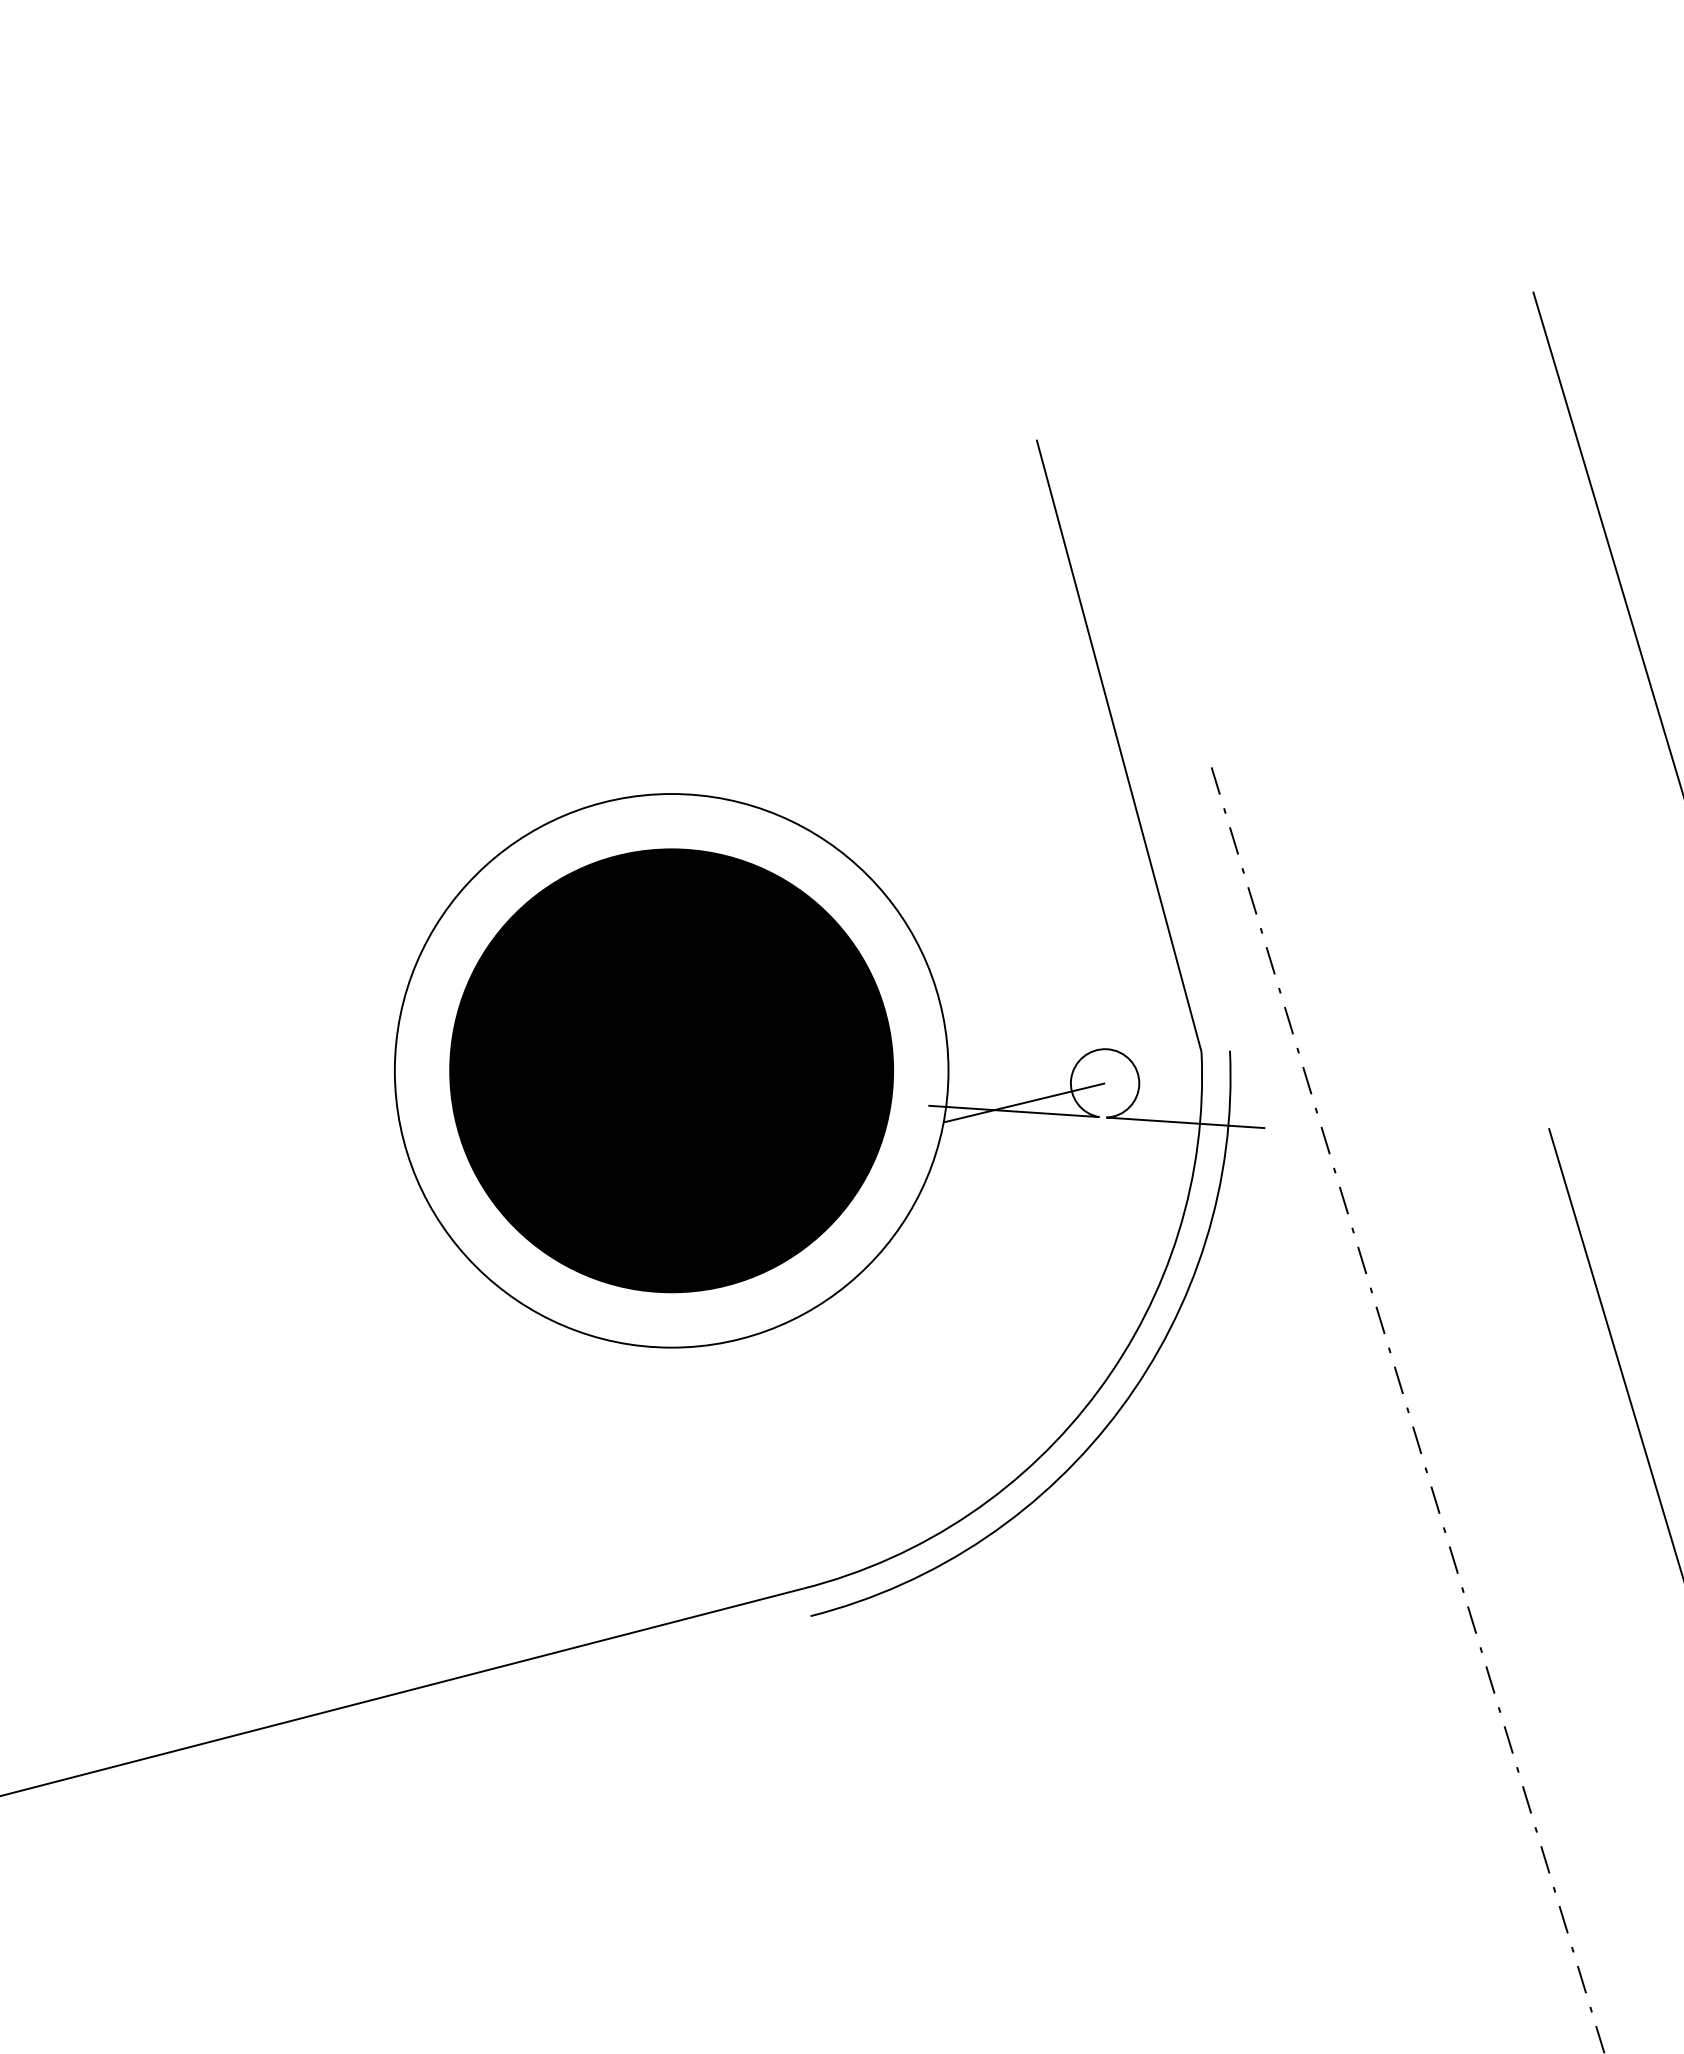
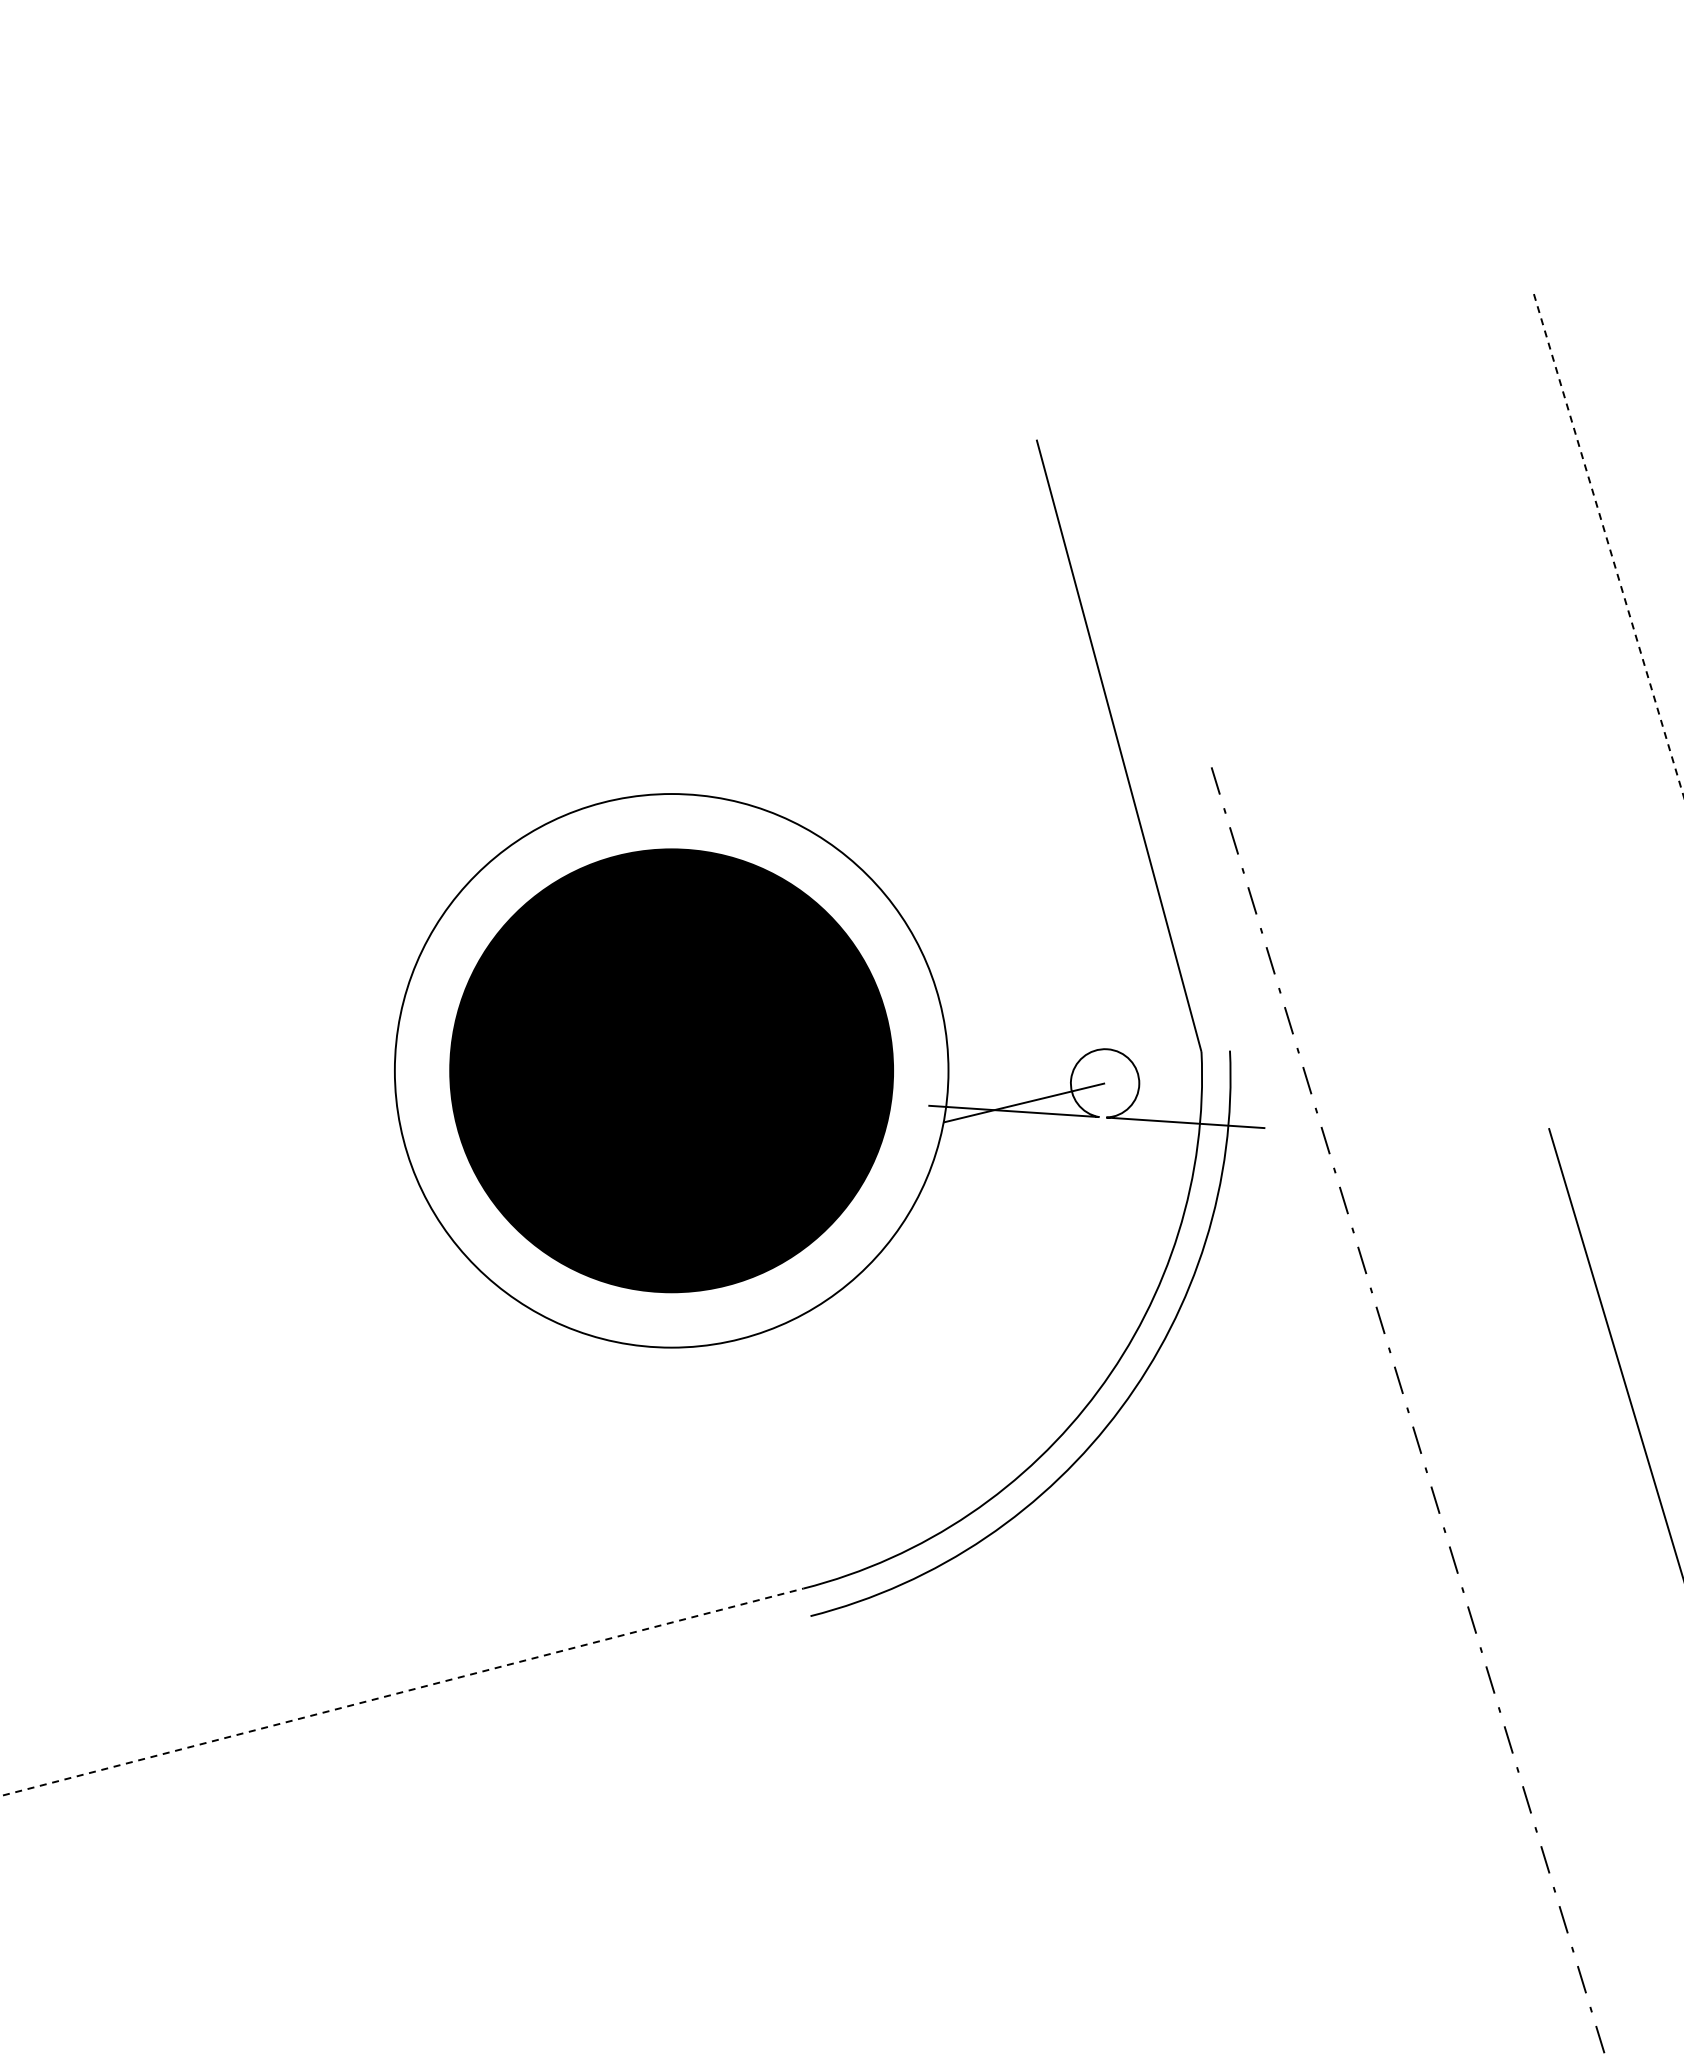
line at (1608, 543): solid -> dashed
line at (401, 1692): solid -> dashed
